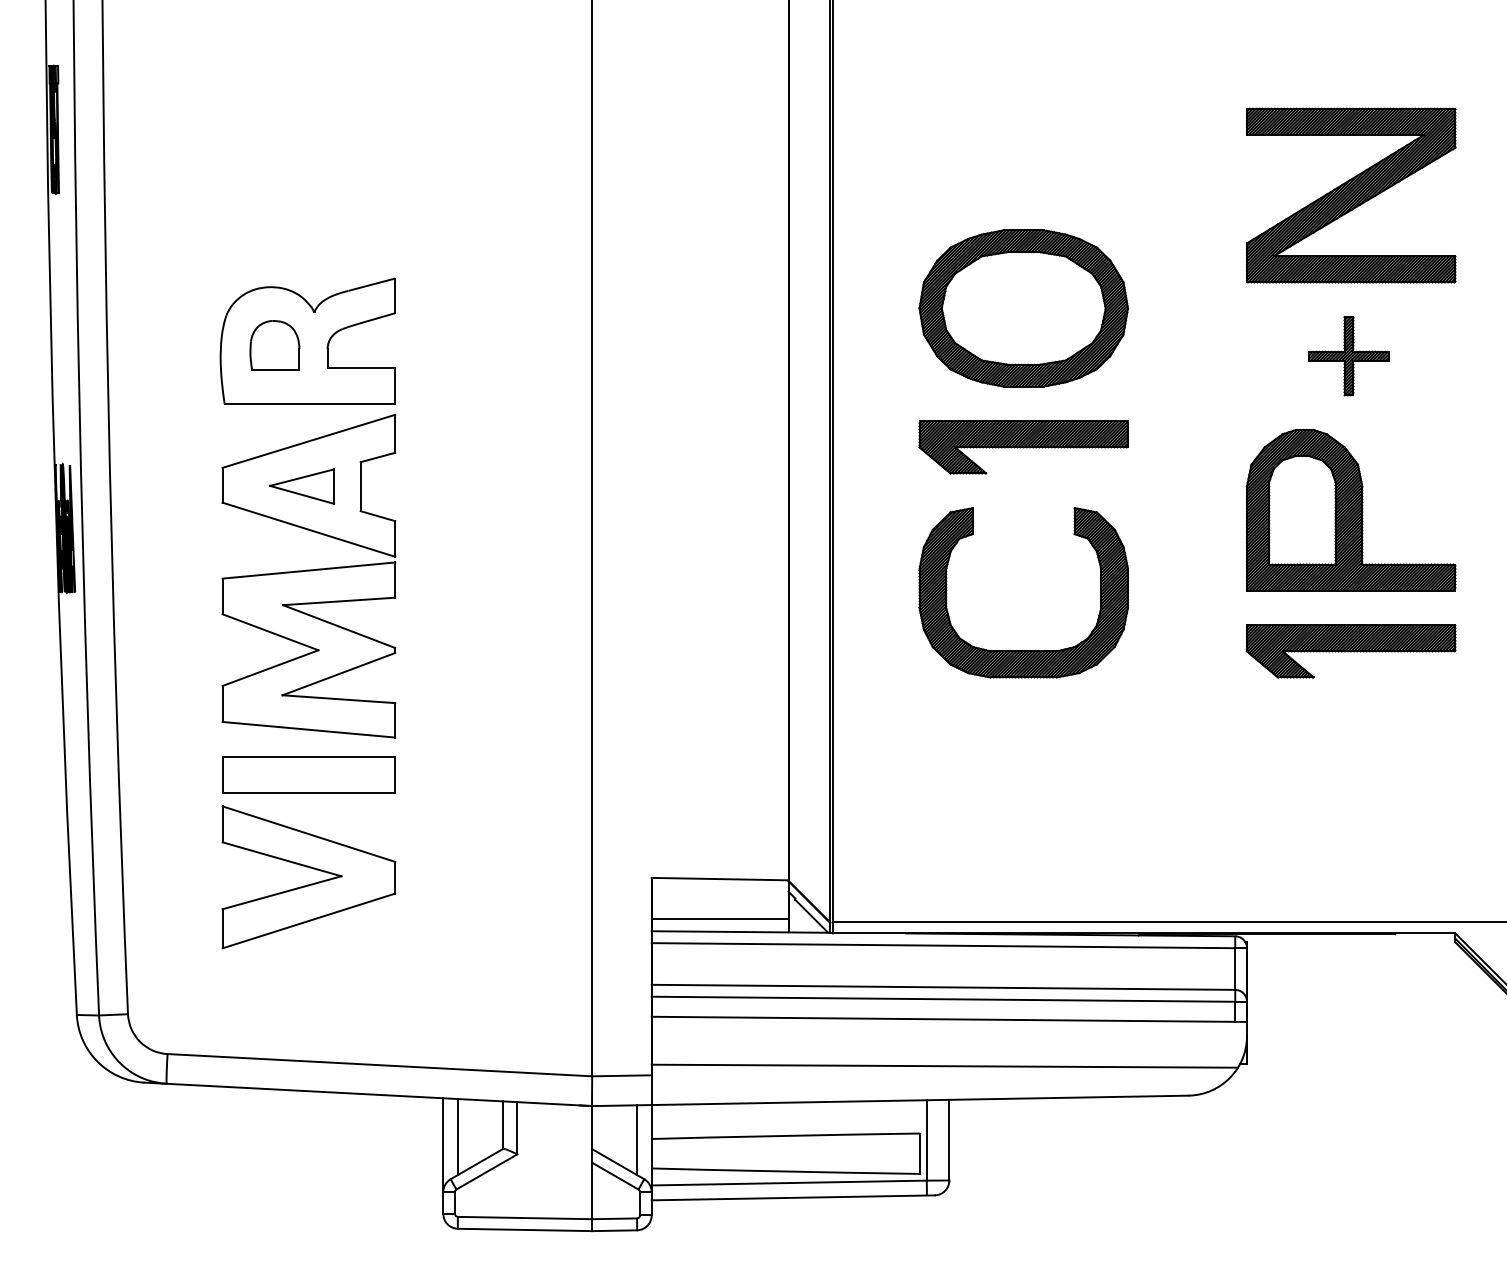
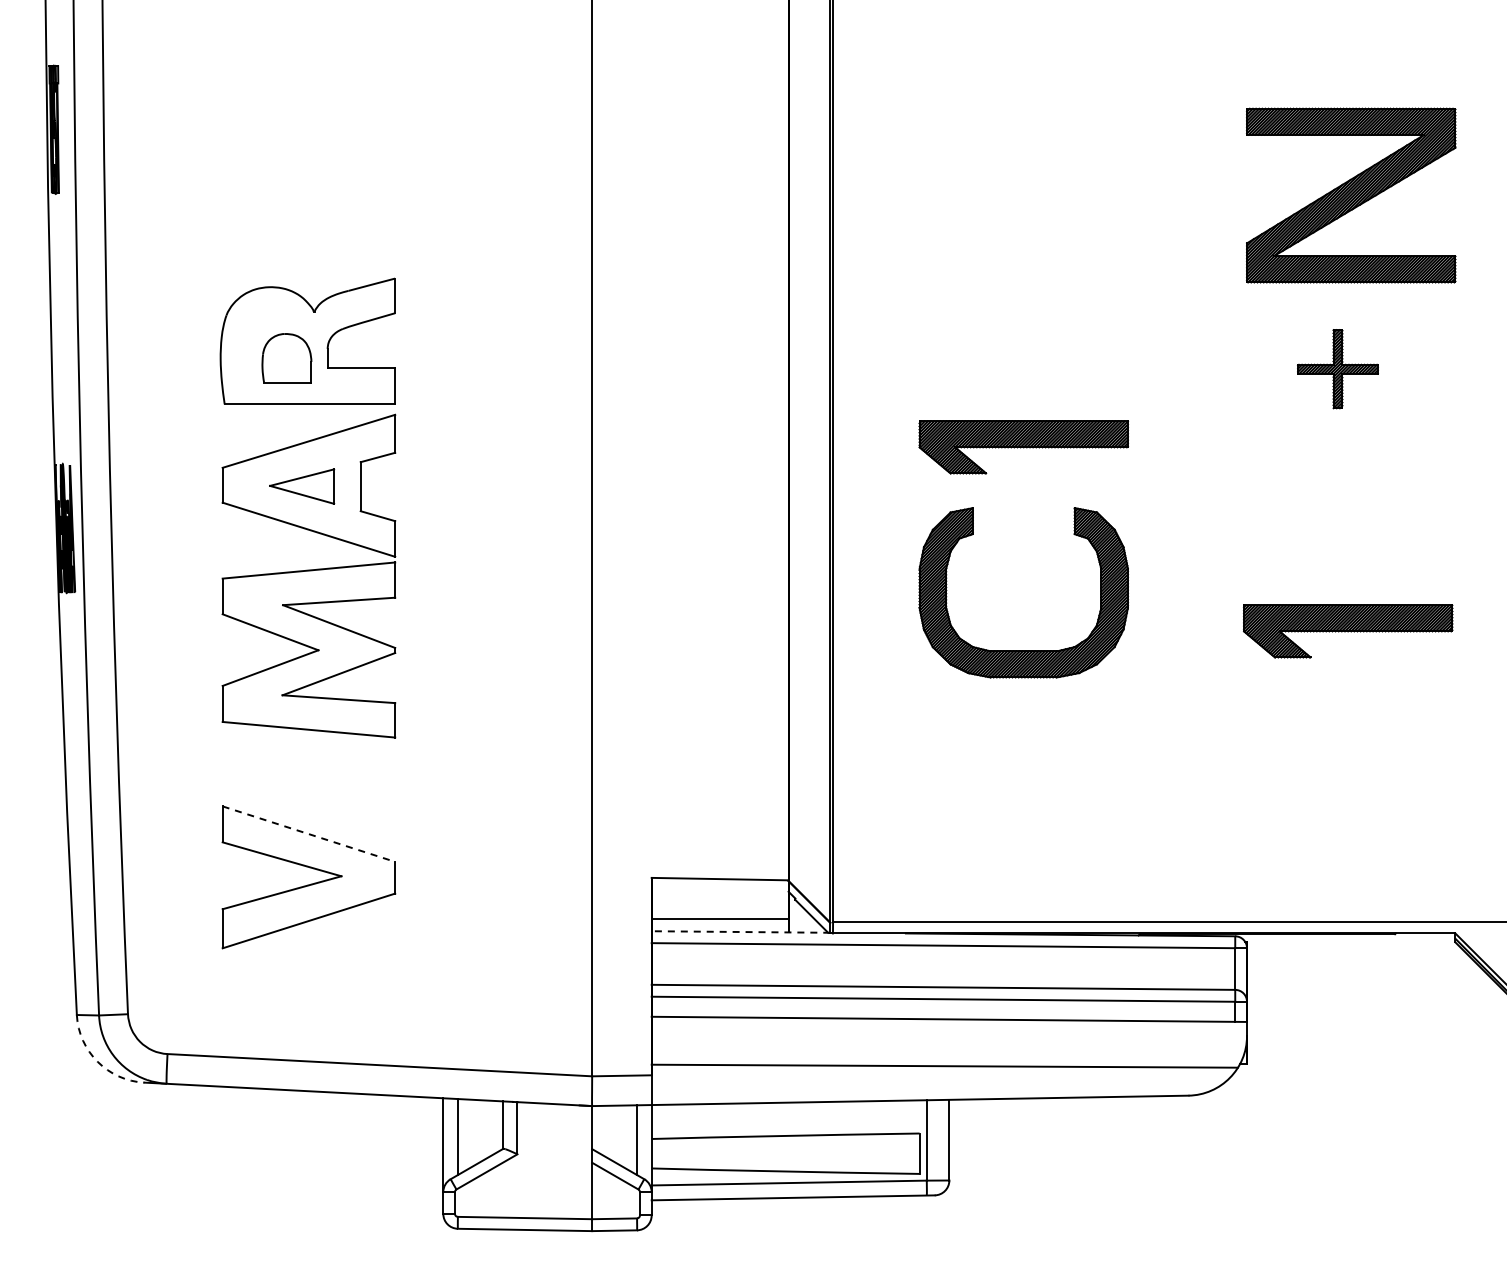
part at (1023, 308): present -> none
part at (274, 345) position: (274, 345) -> (286, 358)
part at (1348, 356) position: (1348, 356) -> (1337, 369)
part at (1351, 509): present -> none
part at (1351, 651) position: (1351, 651) -> (1348, 631)
part at (308, 774): present -> none
line at (308, 834): solid -> dashed
line at (740, 932): solid -> dashed
arc at (97, 1061): solid -> dashed
